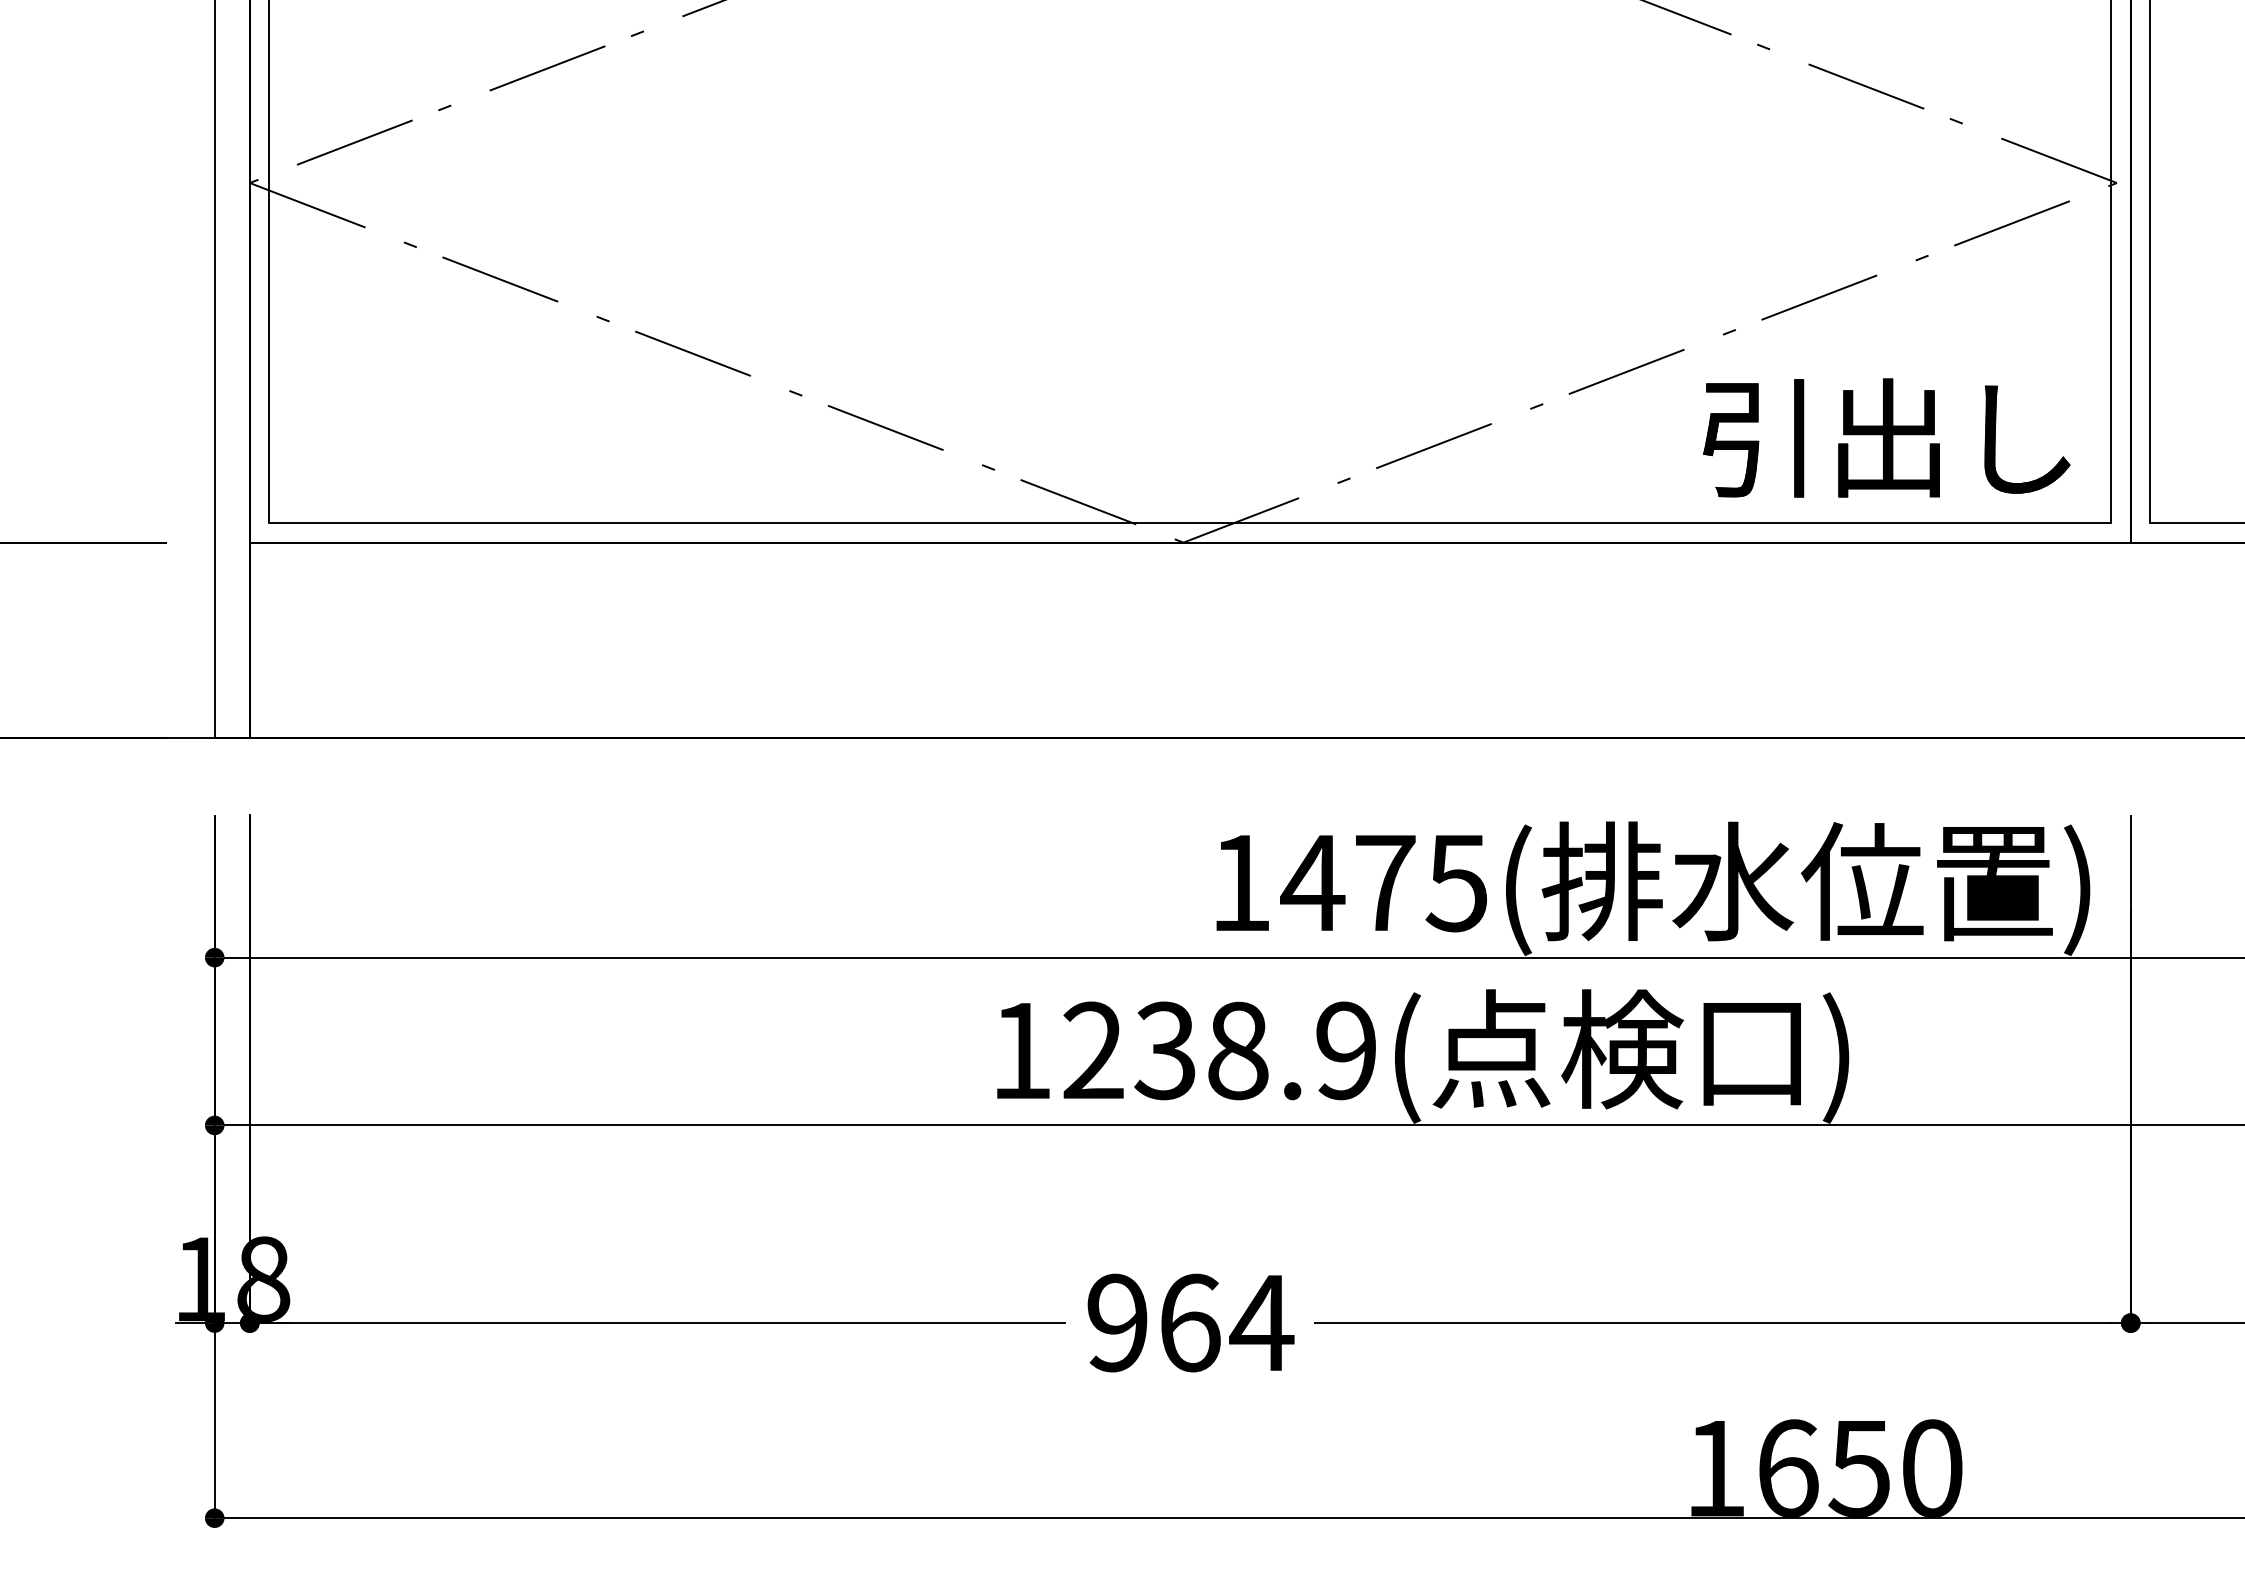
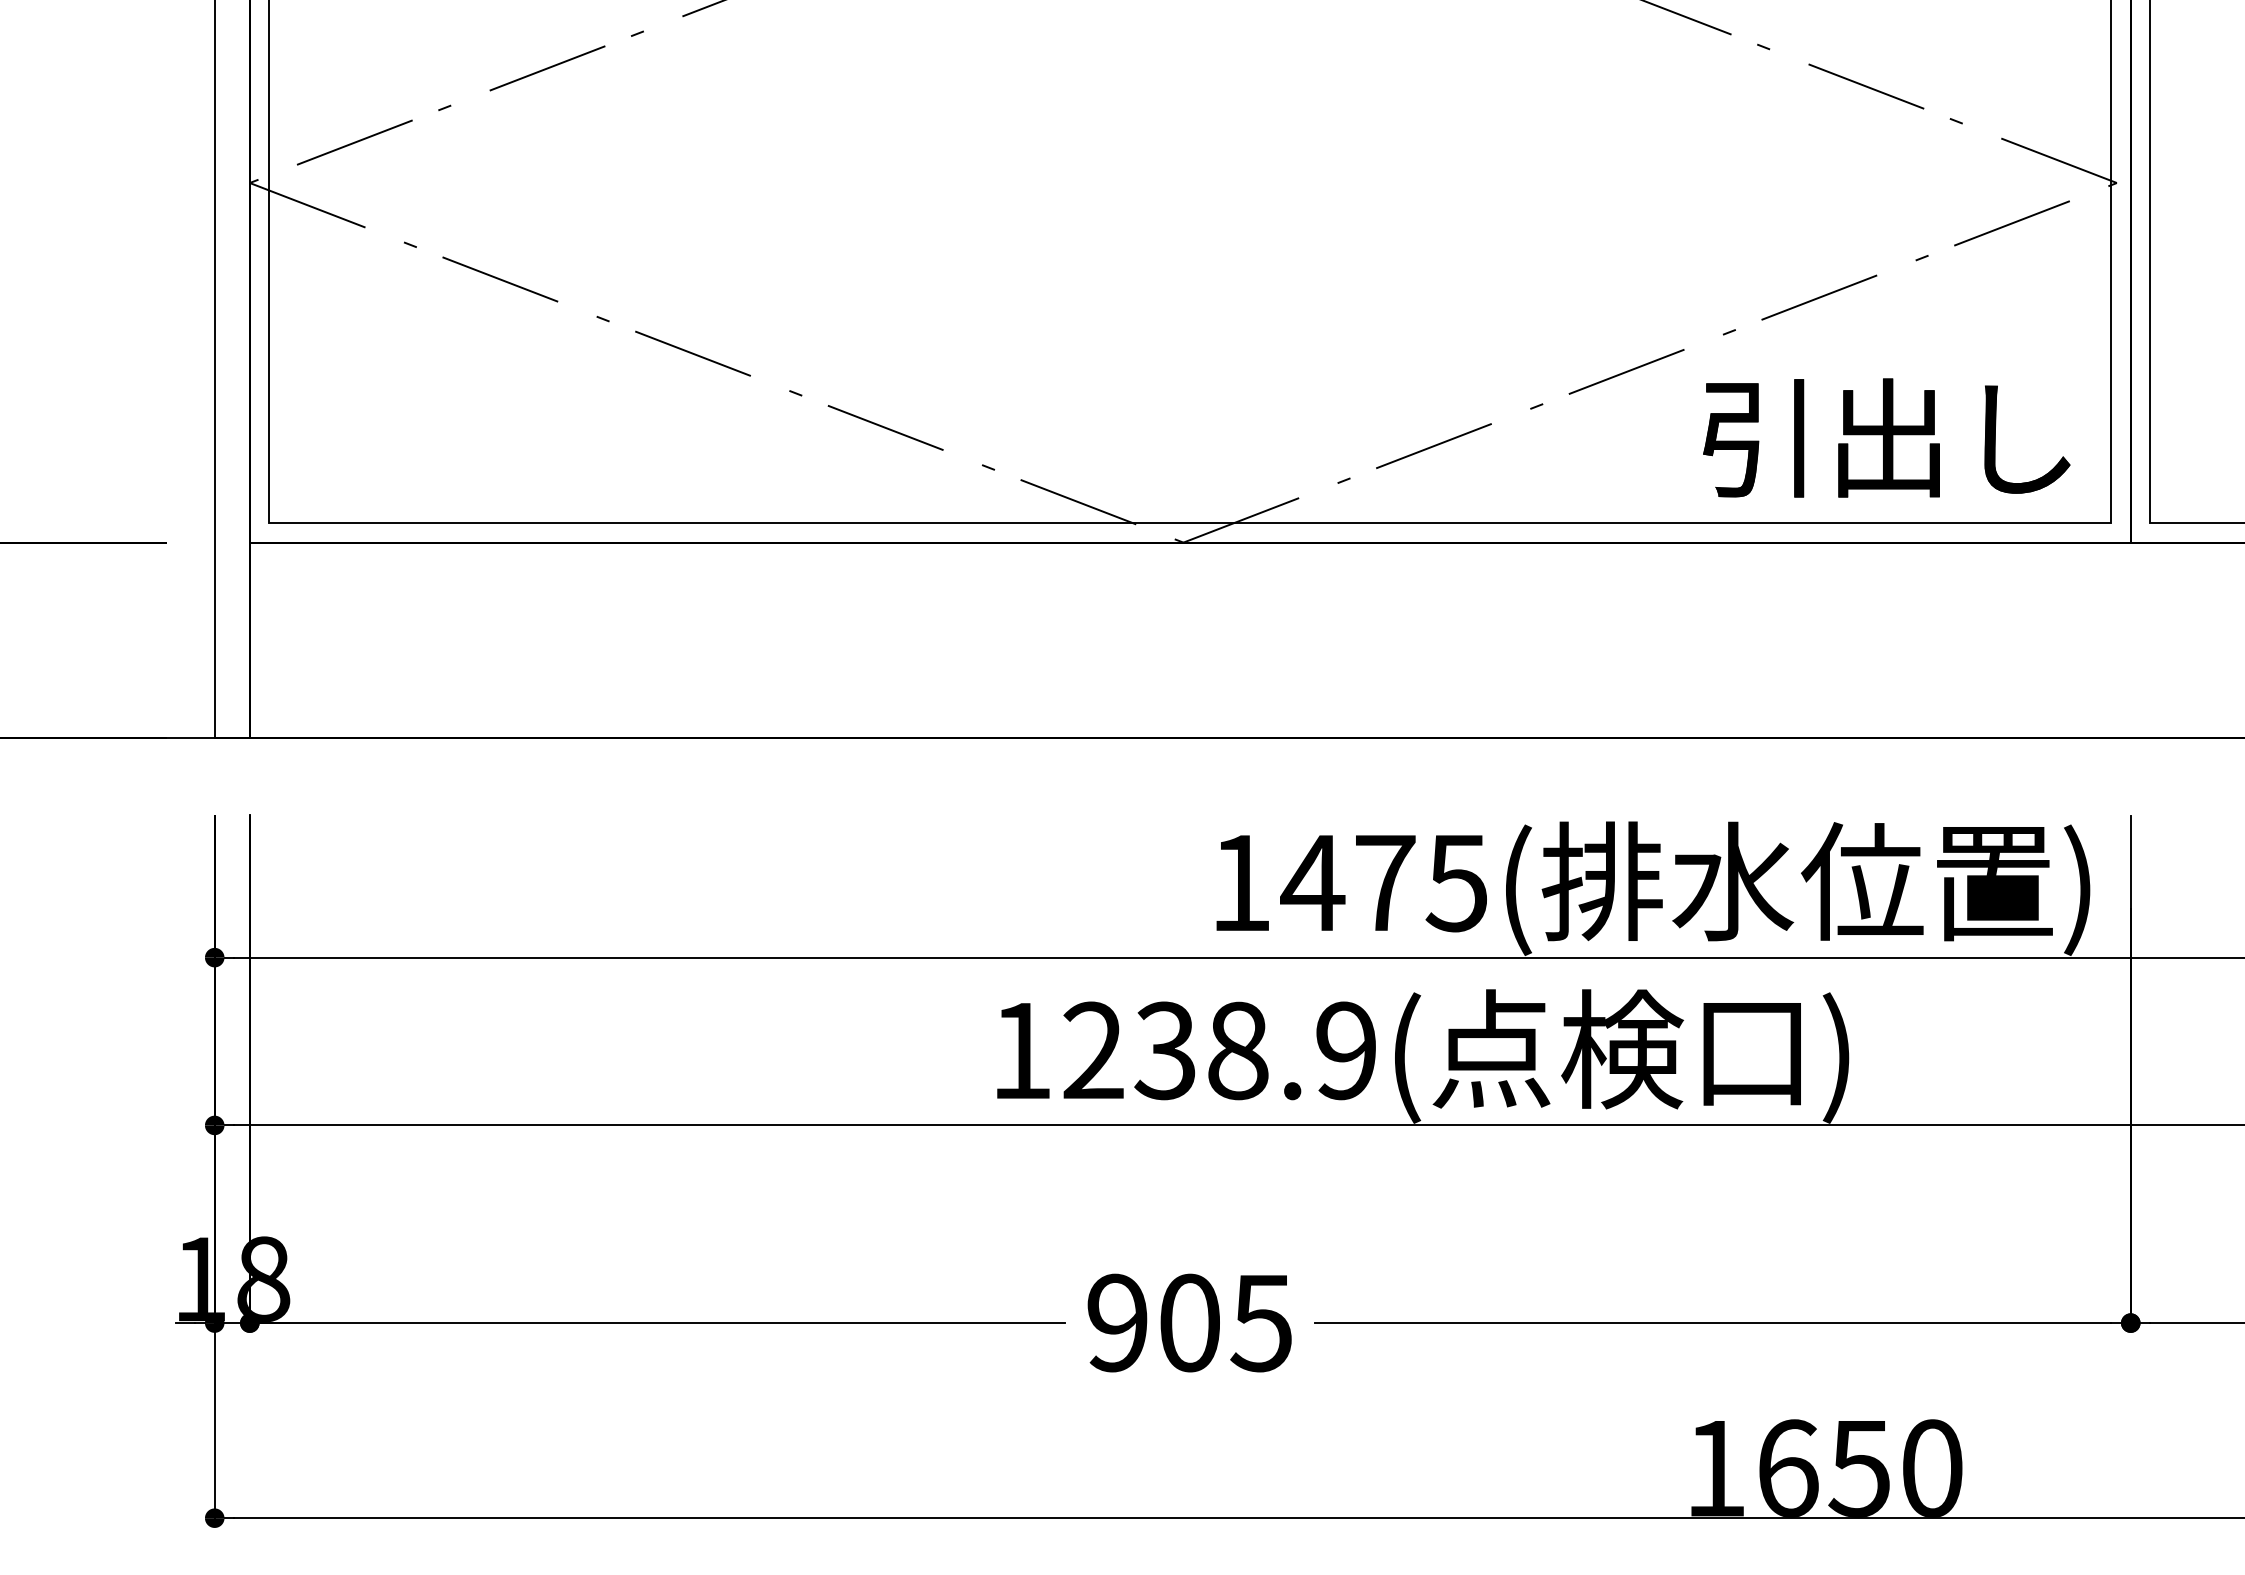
text at (1227, 1322): 964 -> 905
